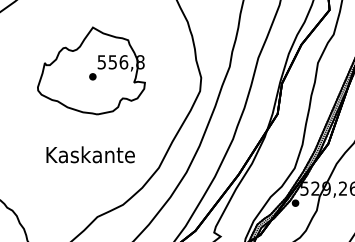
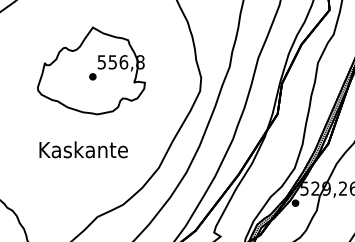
text at (90, 154) position: (90, 154) -> (83, 149)
